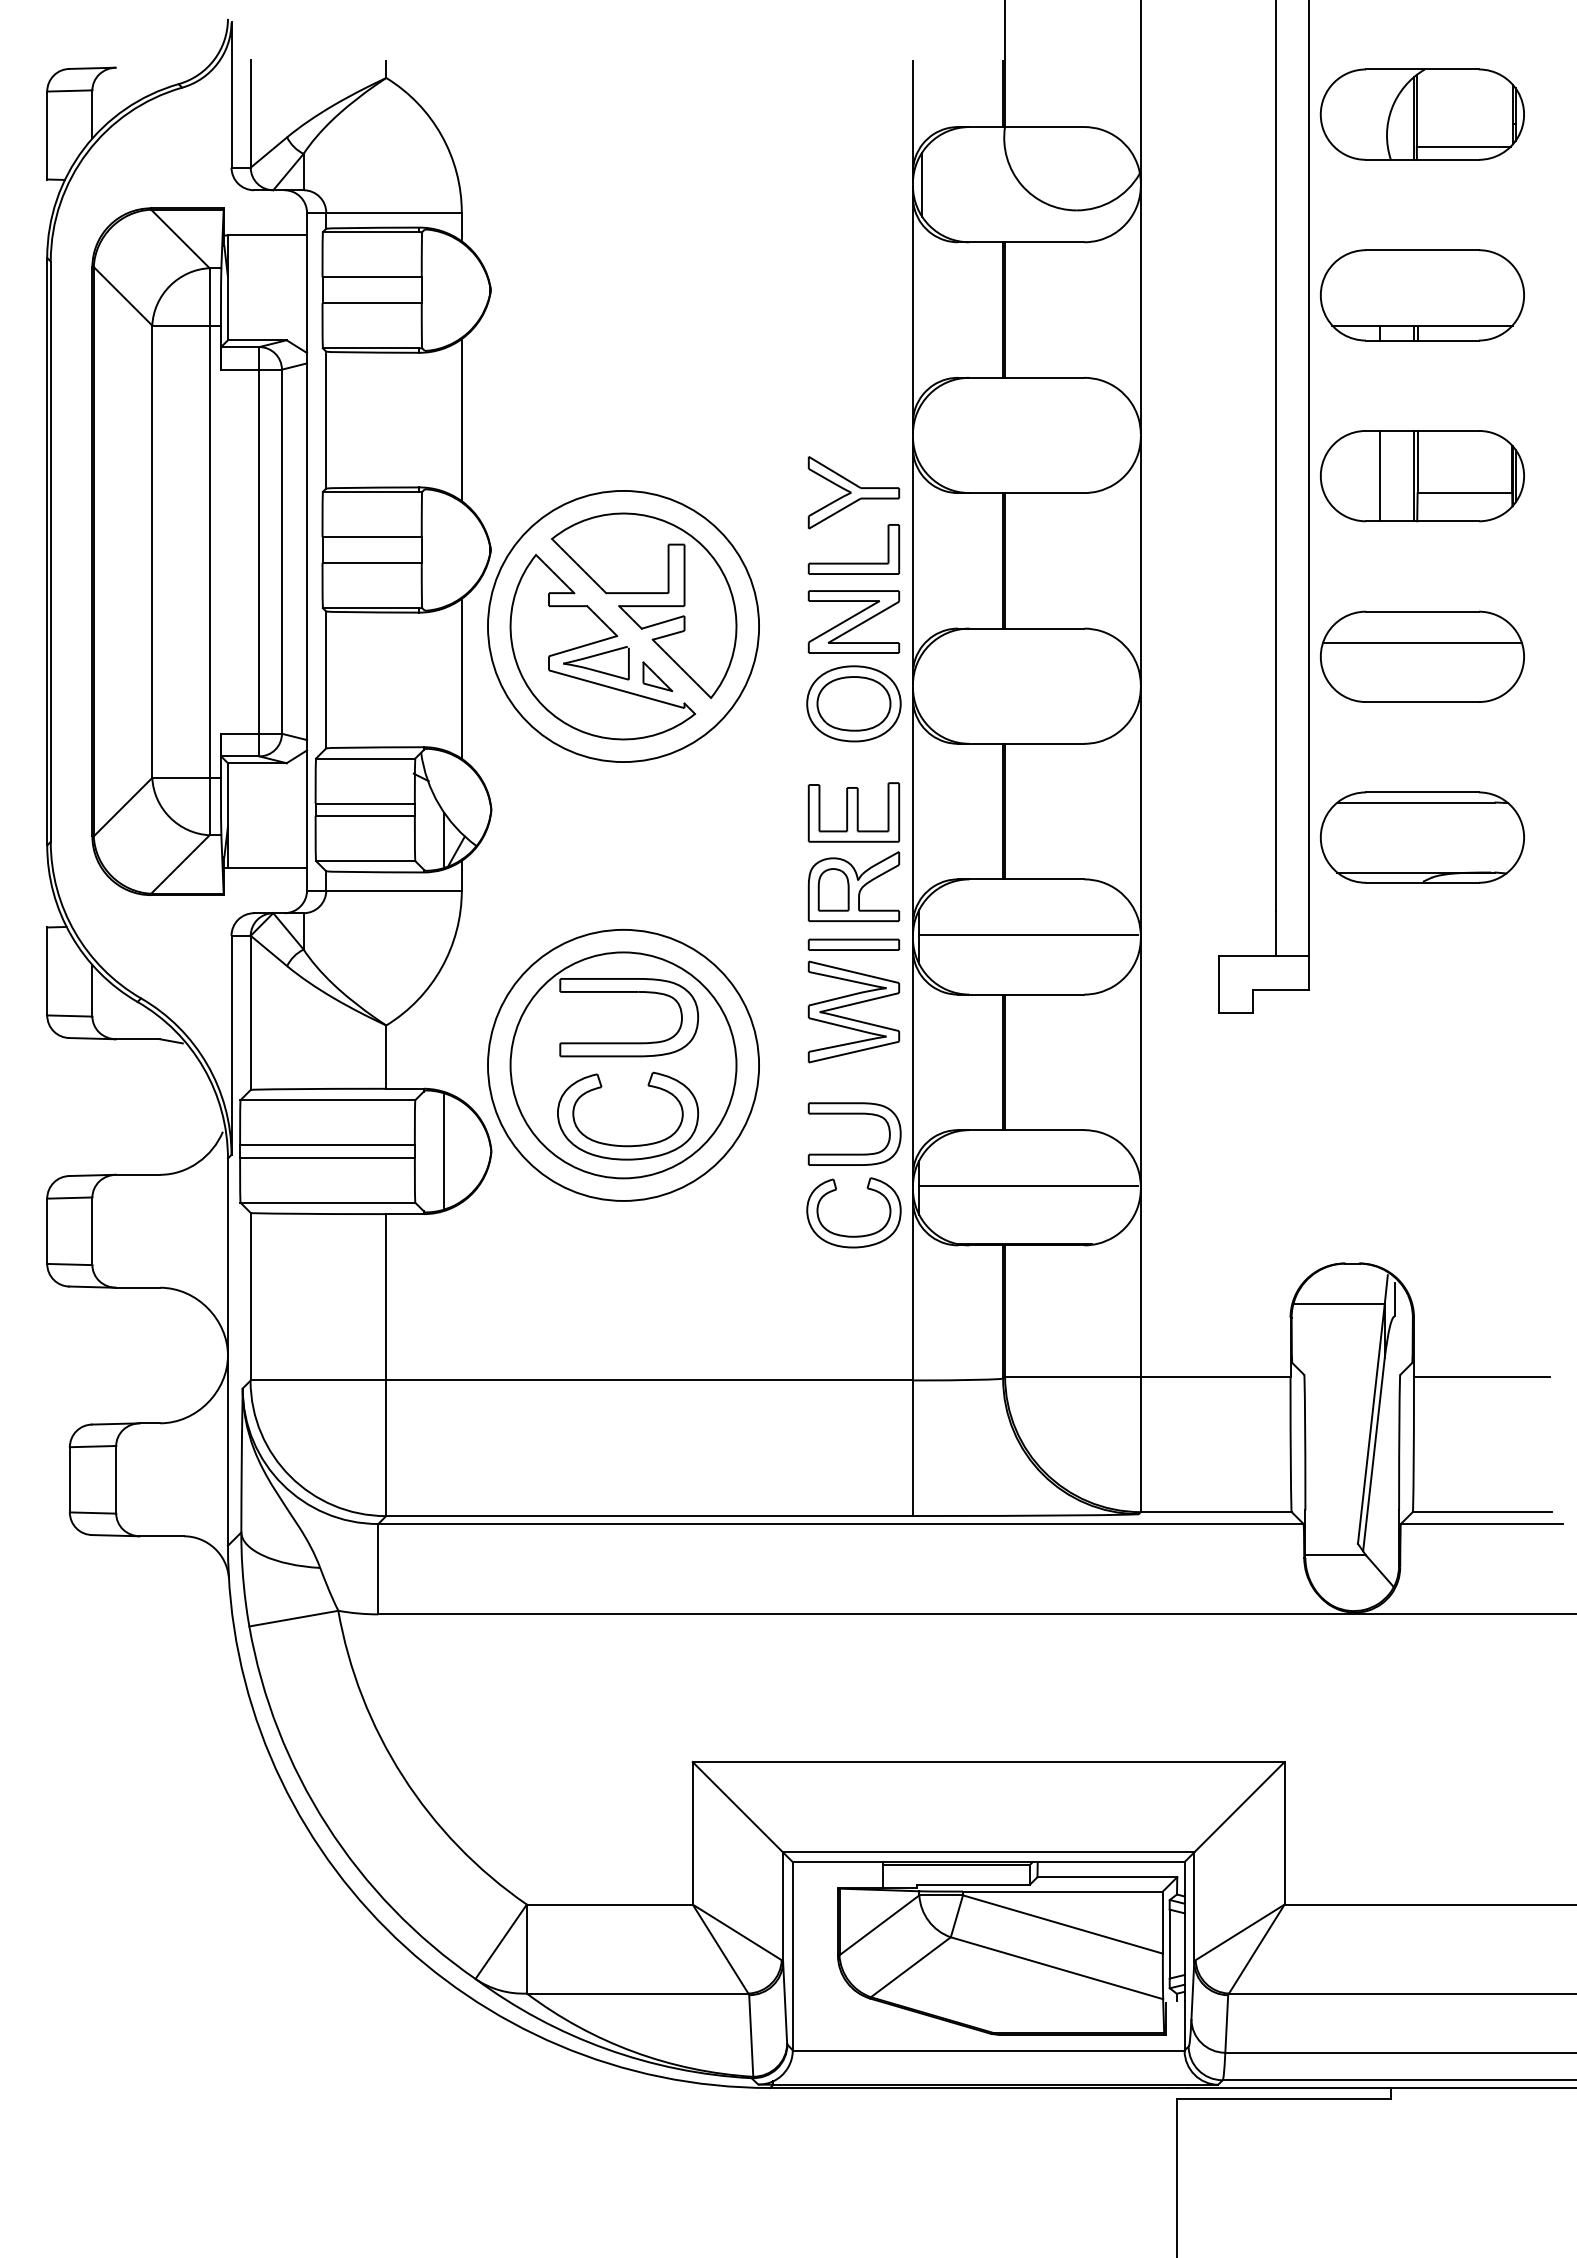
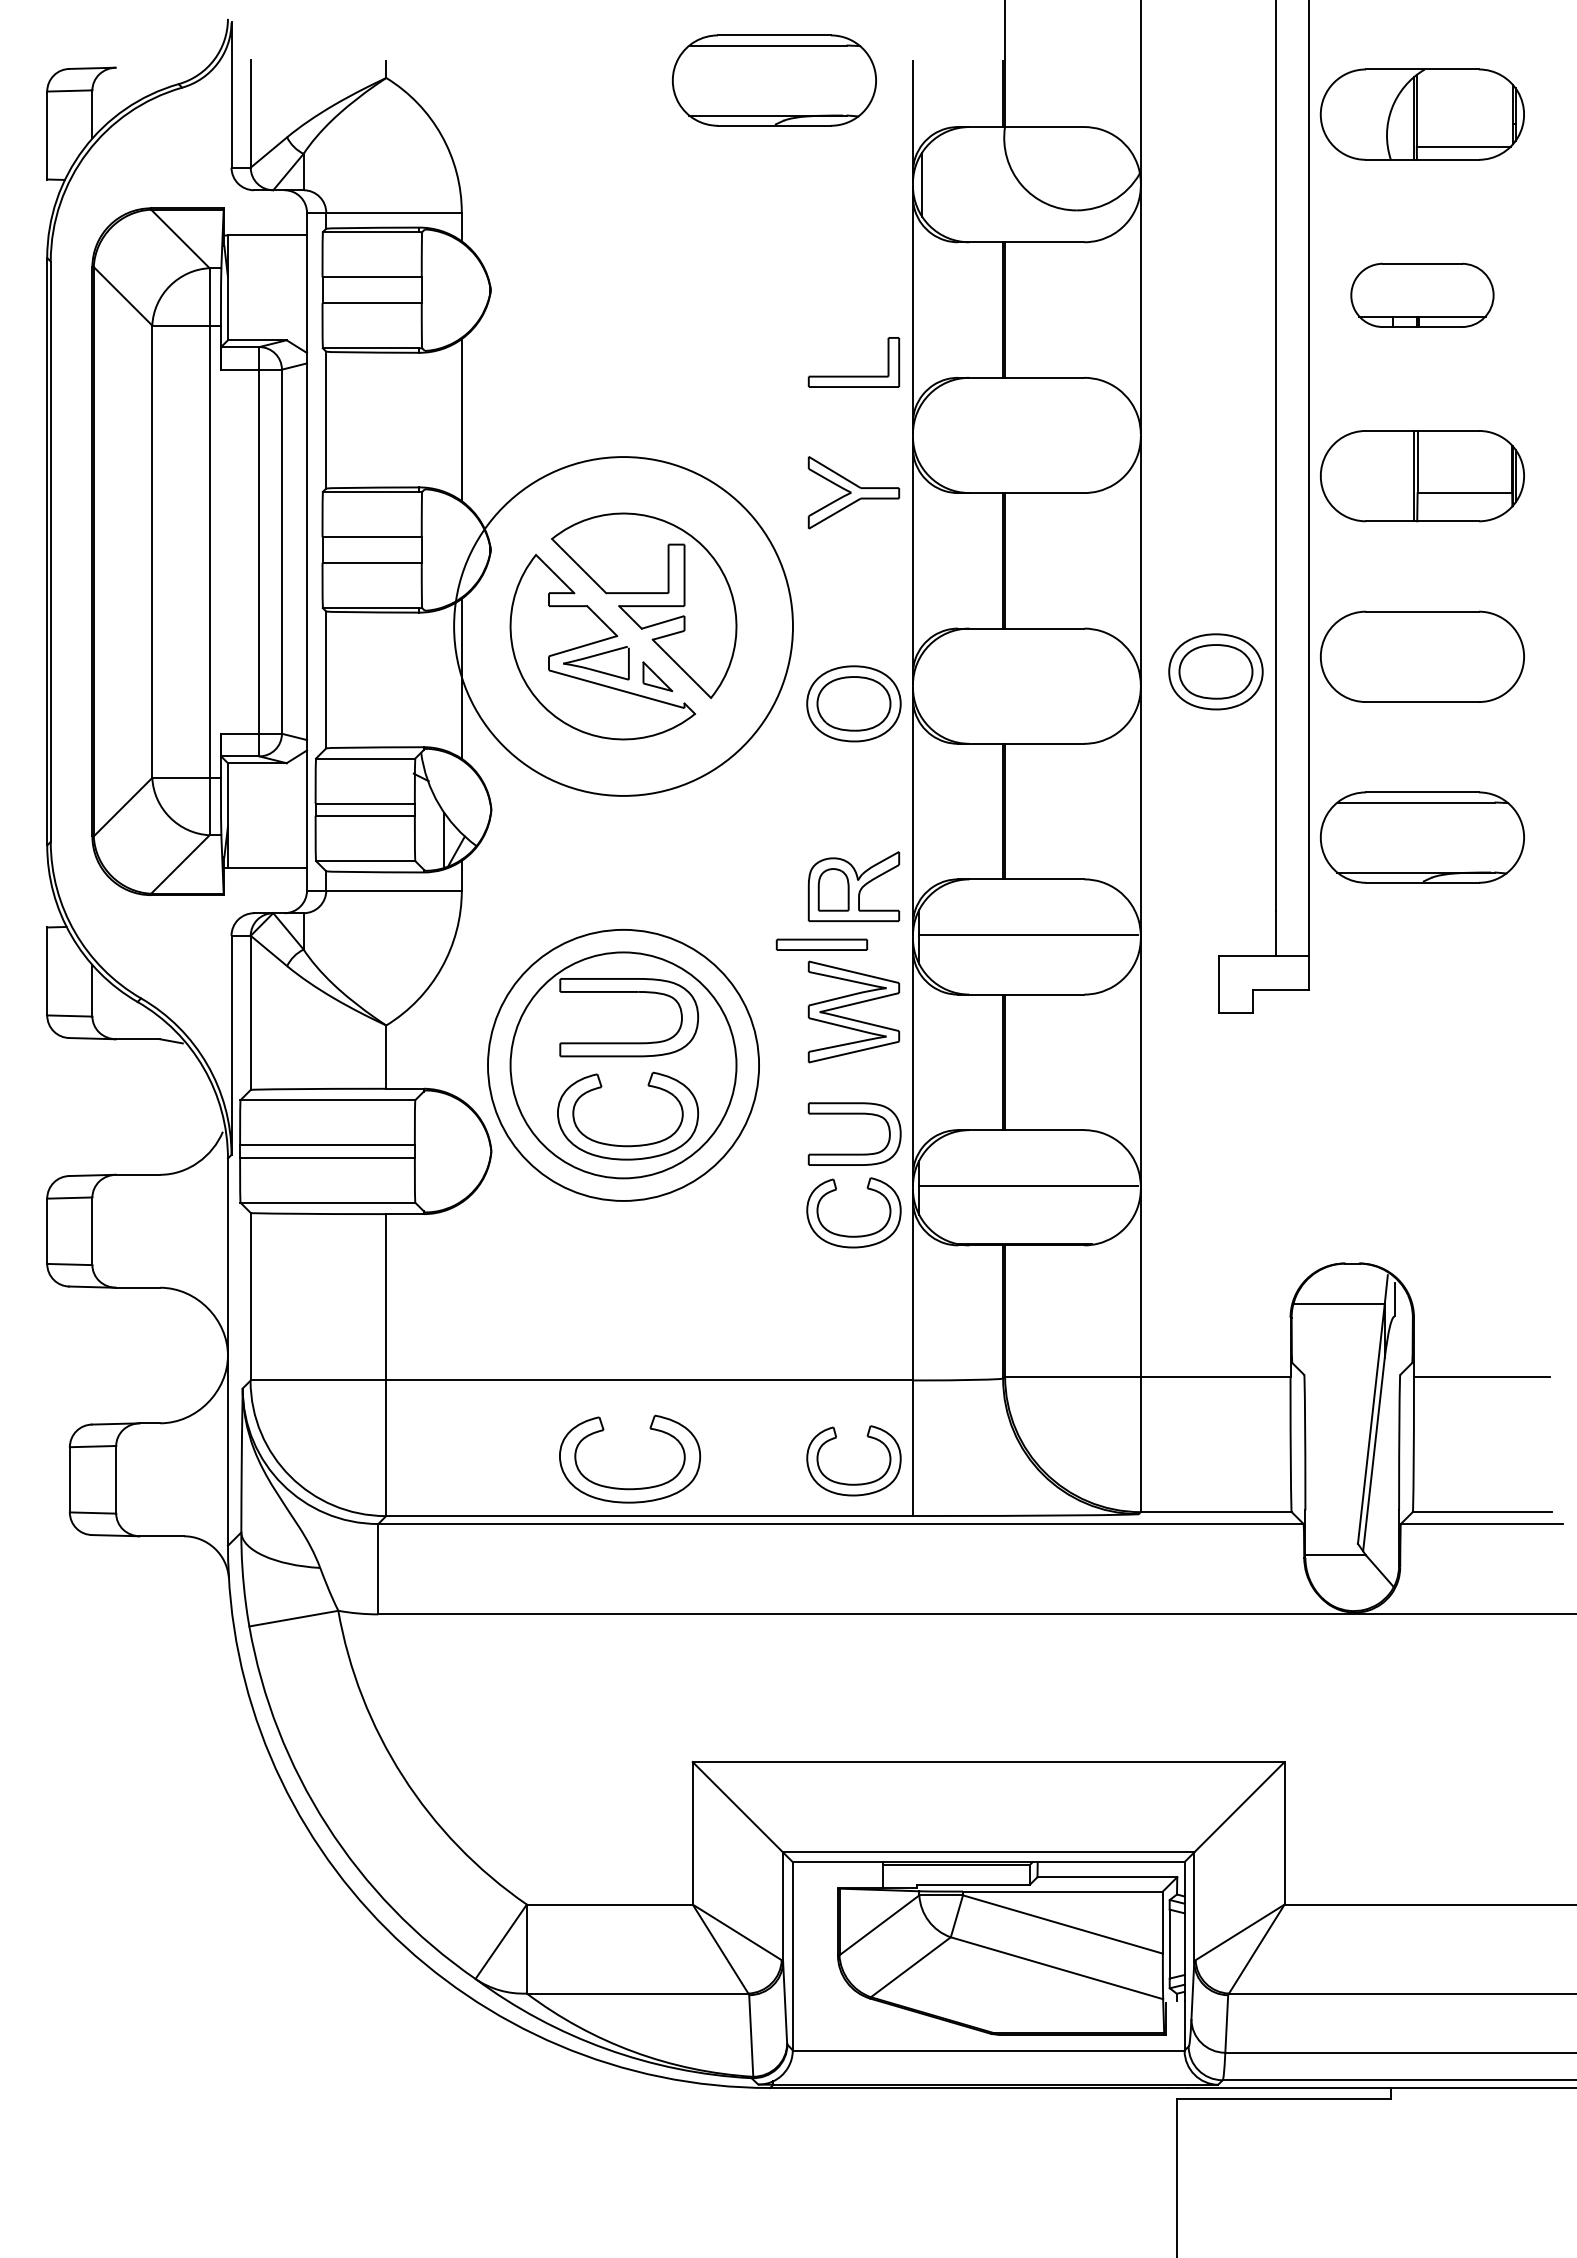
part at (774, 80): none -> present
part at (1422, 295) size: 205x93 px -> 145x66 px
line at (1380, 475): present -> none
part at (853, 562) position: (853, 562) -> (853, 375)
part at (853, 621): present -> none
circle at (623, 626) diameter: 271 px -> 339 px
line at (1421, 642): present -> none
part at (1215, 671): none -> present
part at (853, 812): present -> none
part at (853, 944) position: (853, 944) -> (821, 944)
line at (444, 1151): present -> none
part at (853, 1483): none -> present
part at (630, 1488): none -> present
